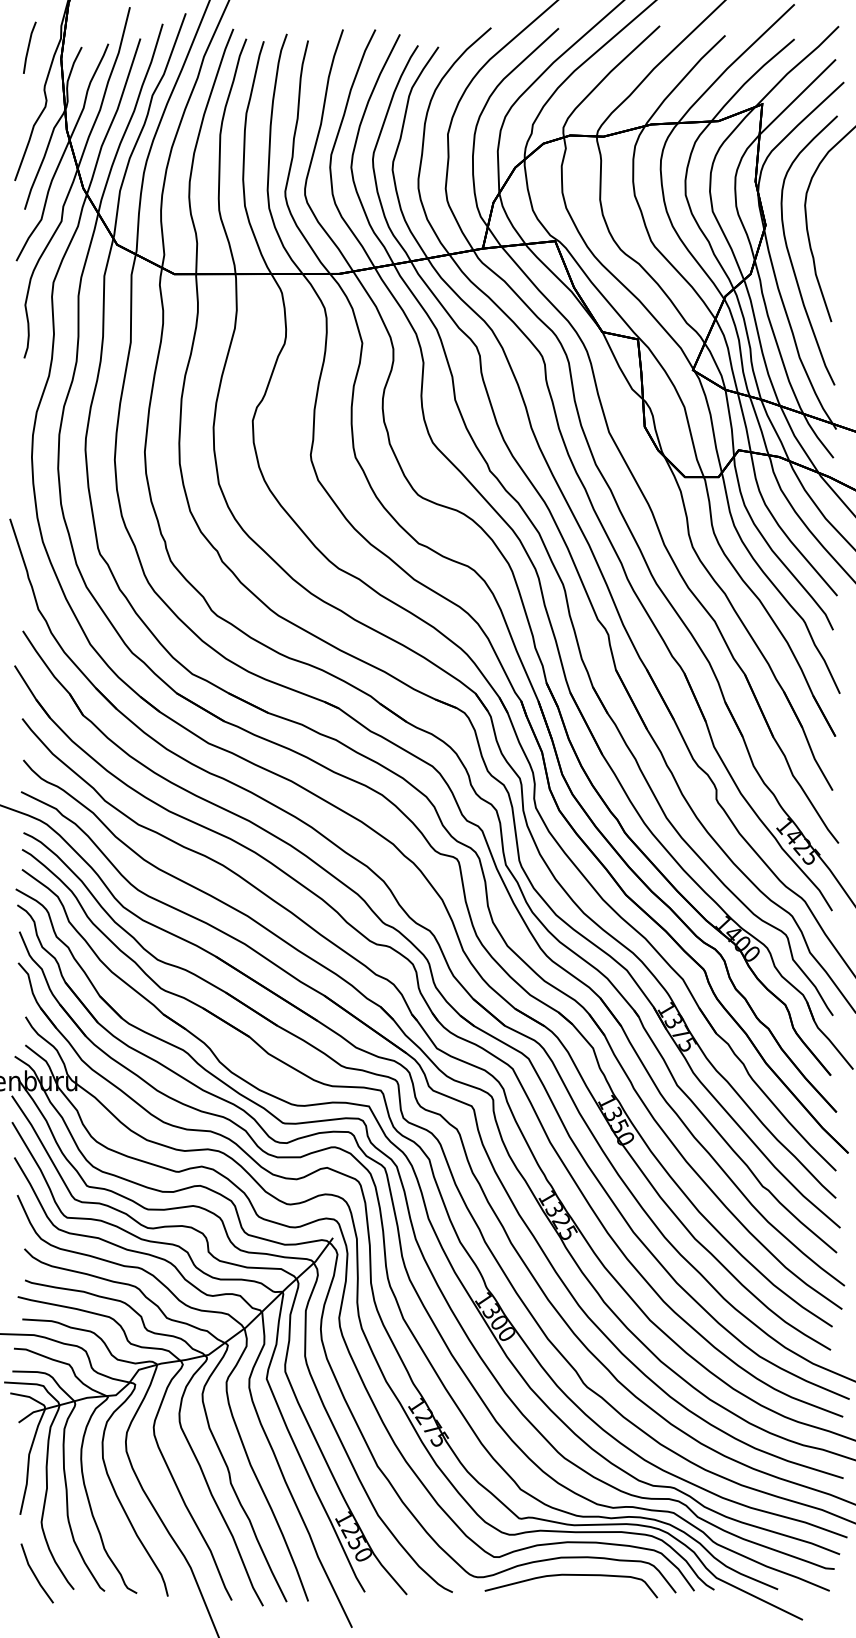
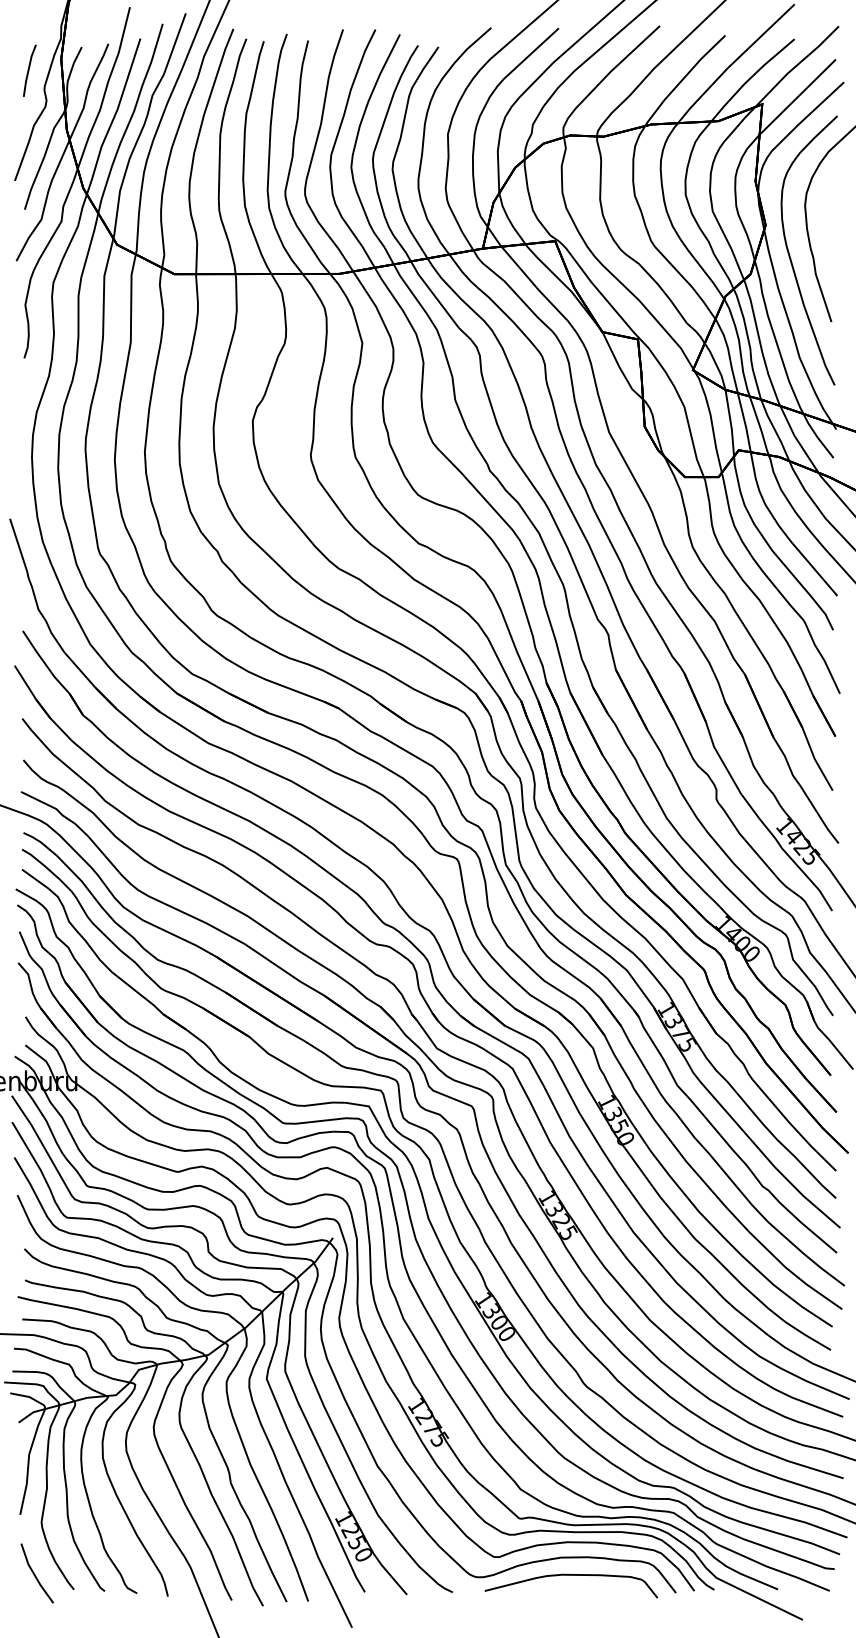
line at (29, 47) position: (29, 47) -> (29, 70)
